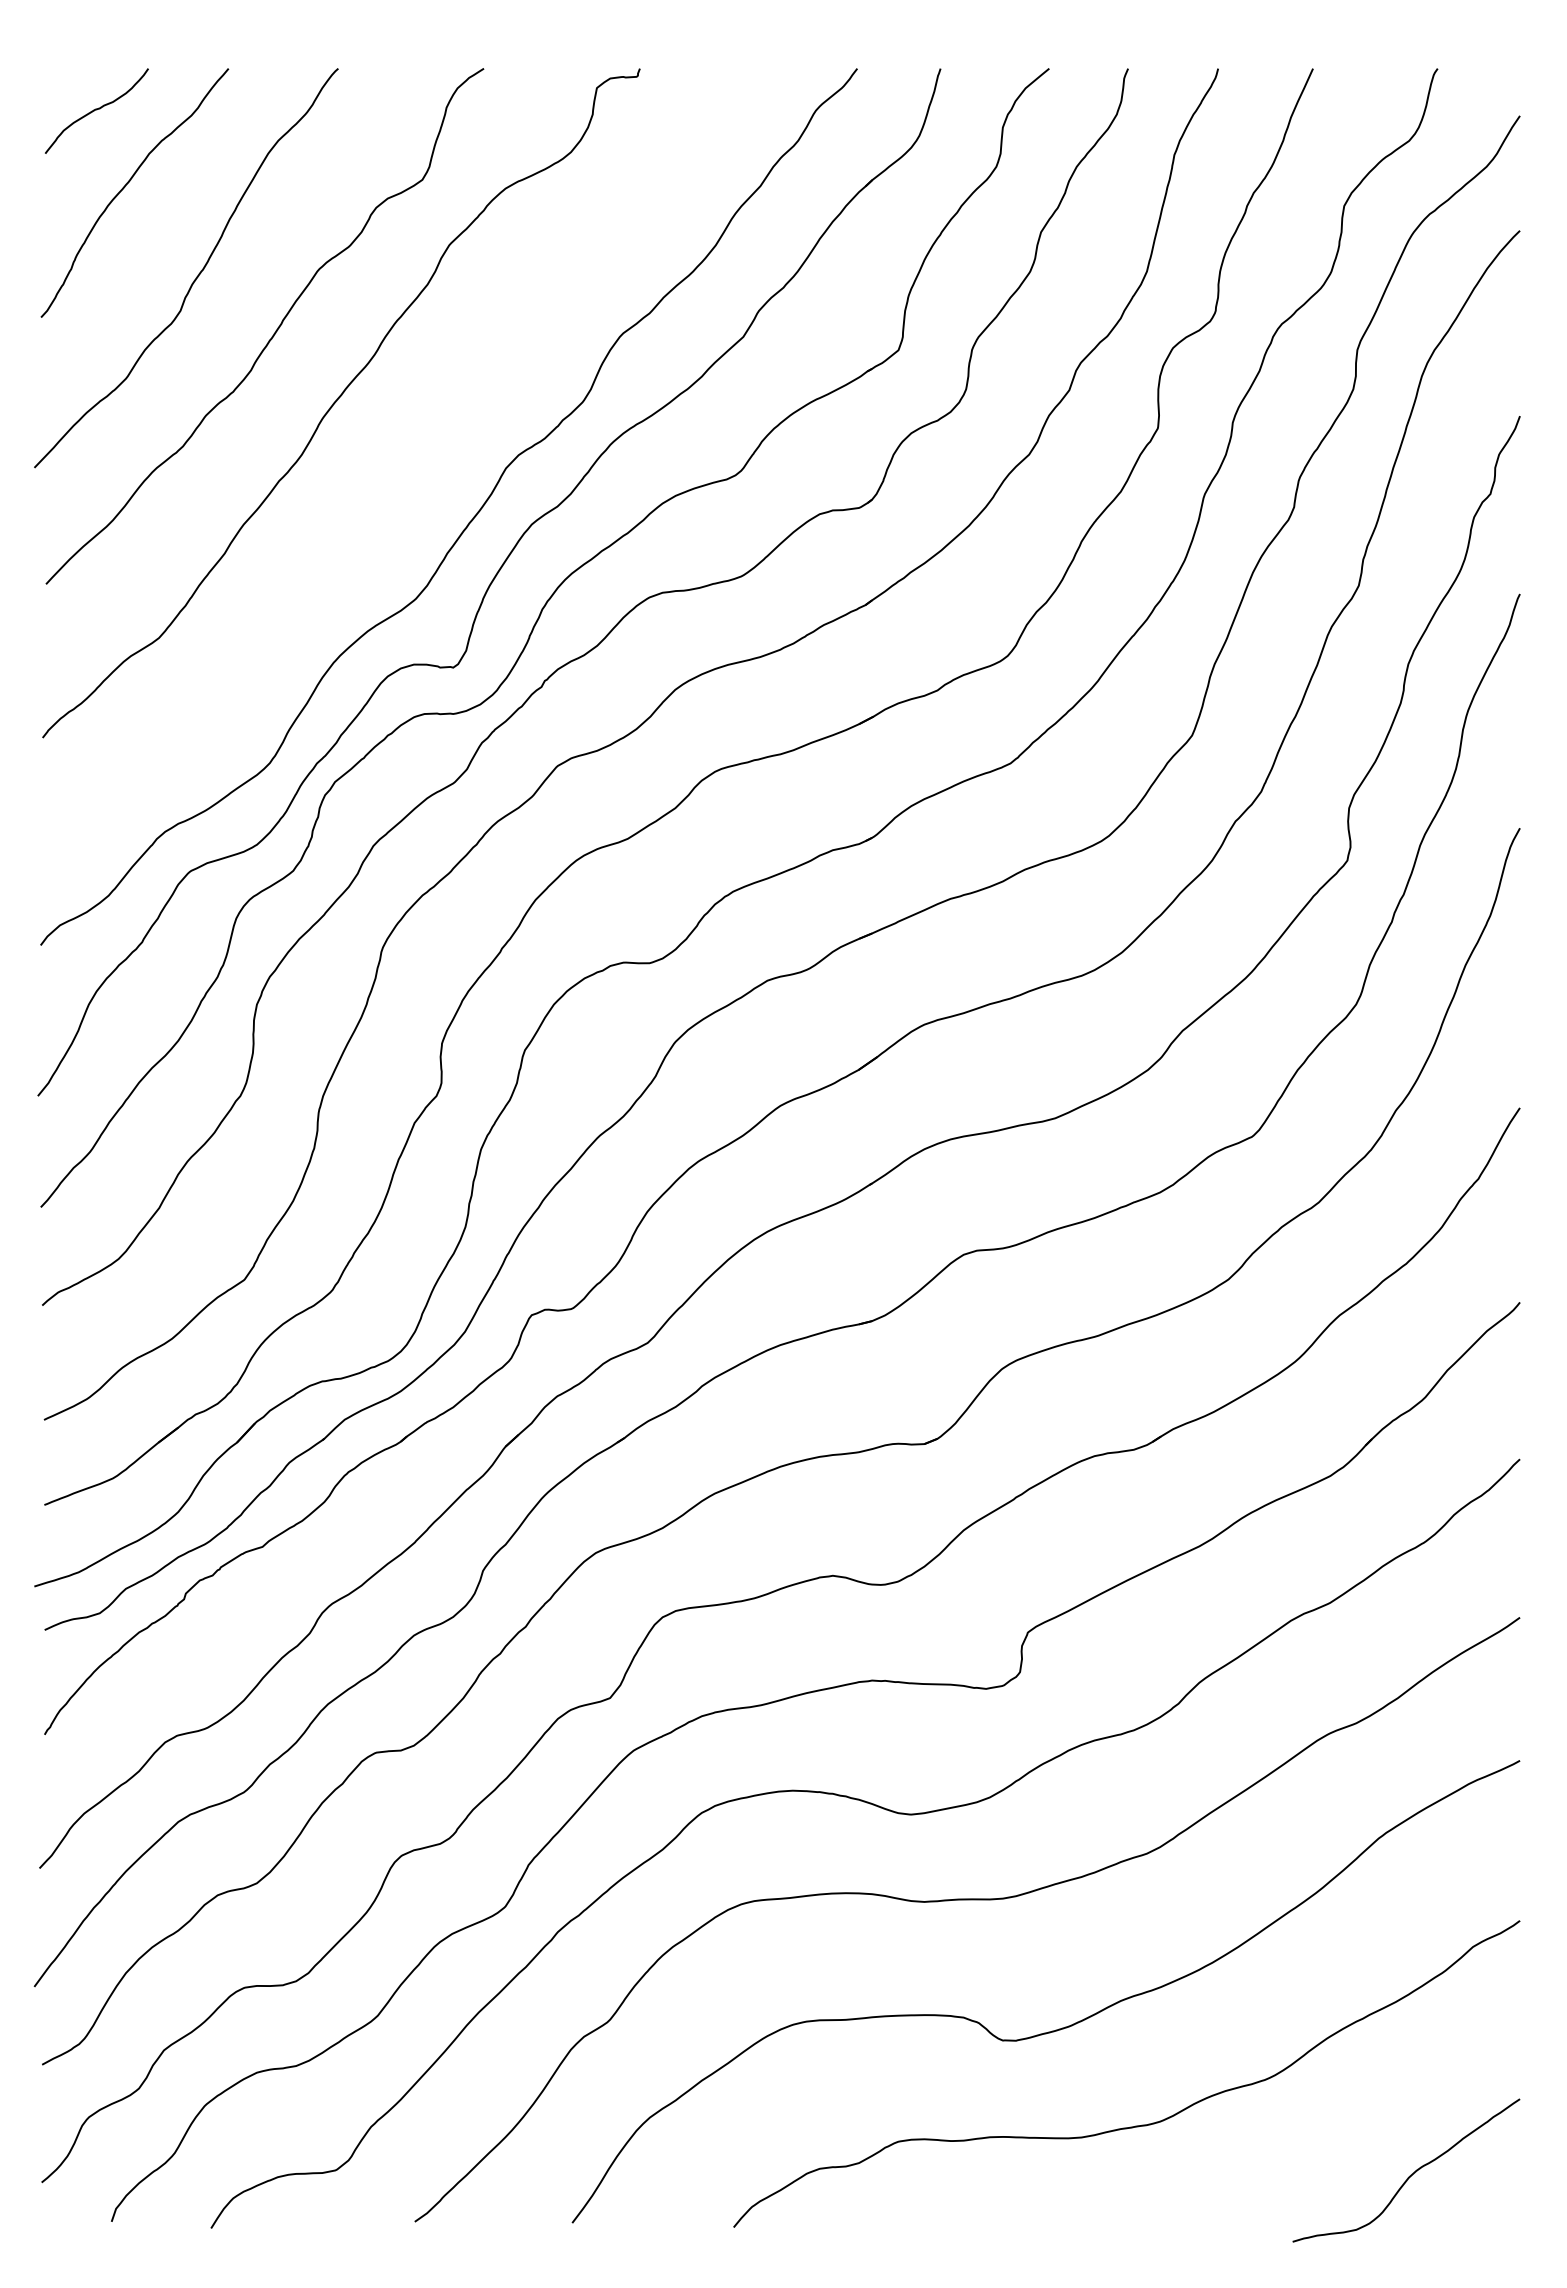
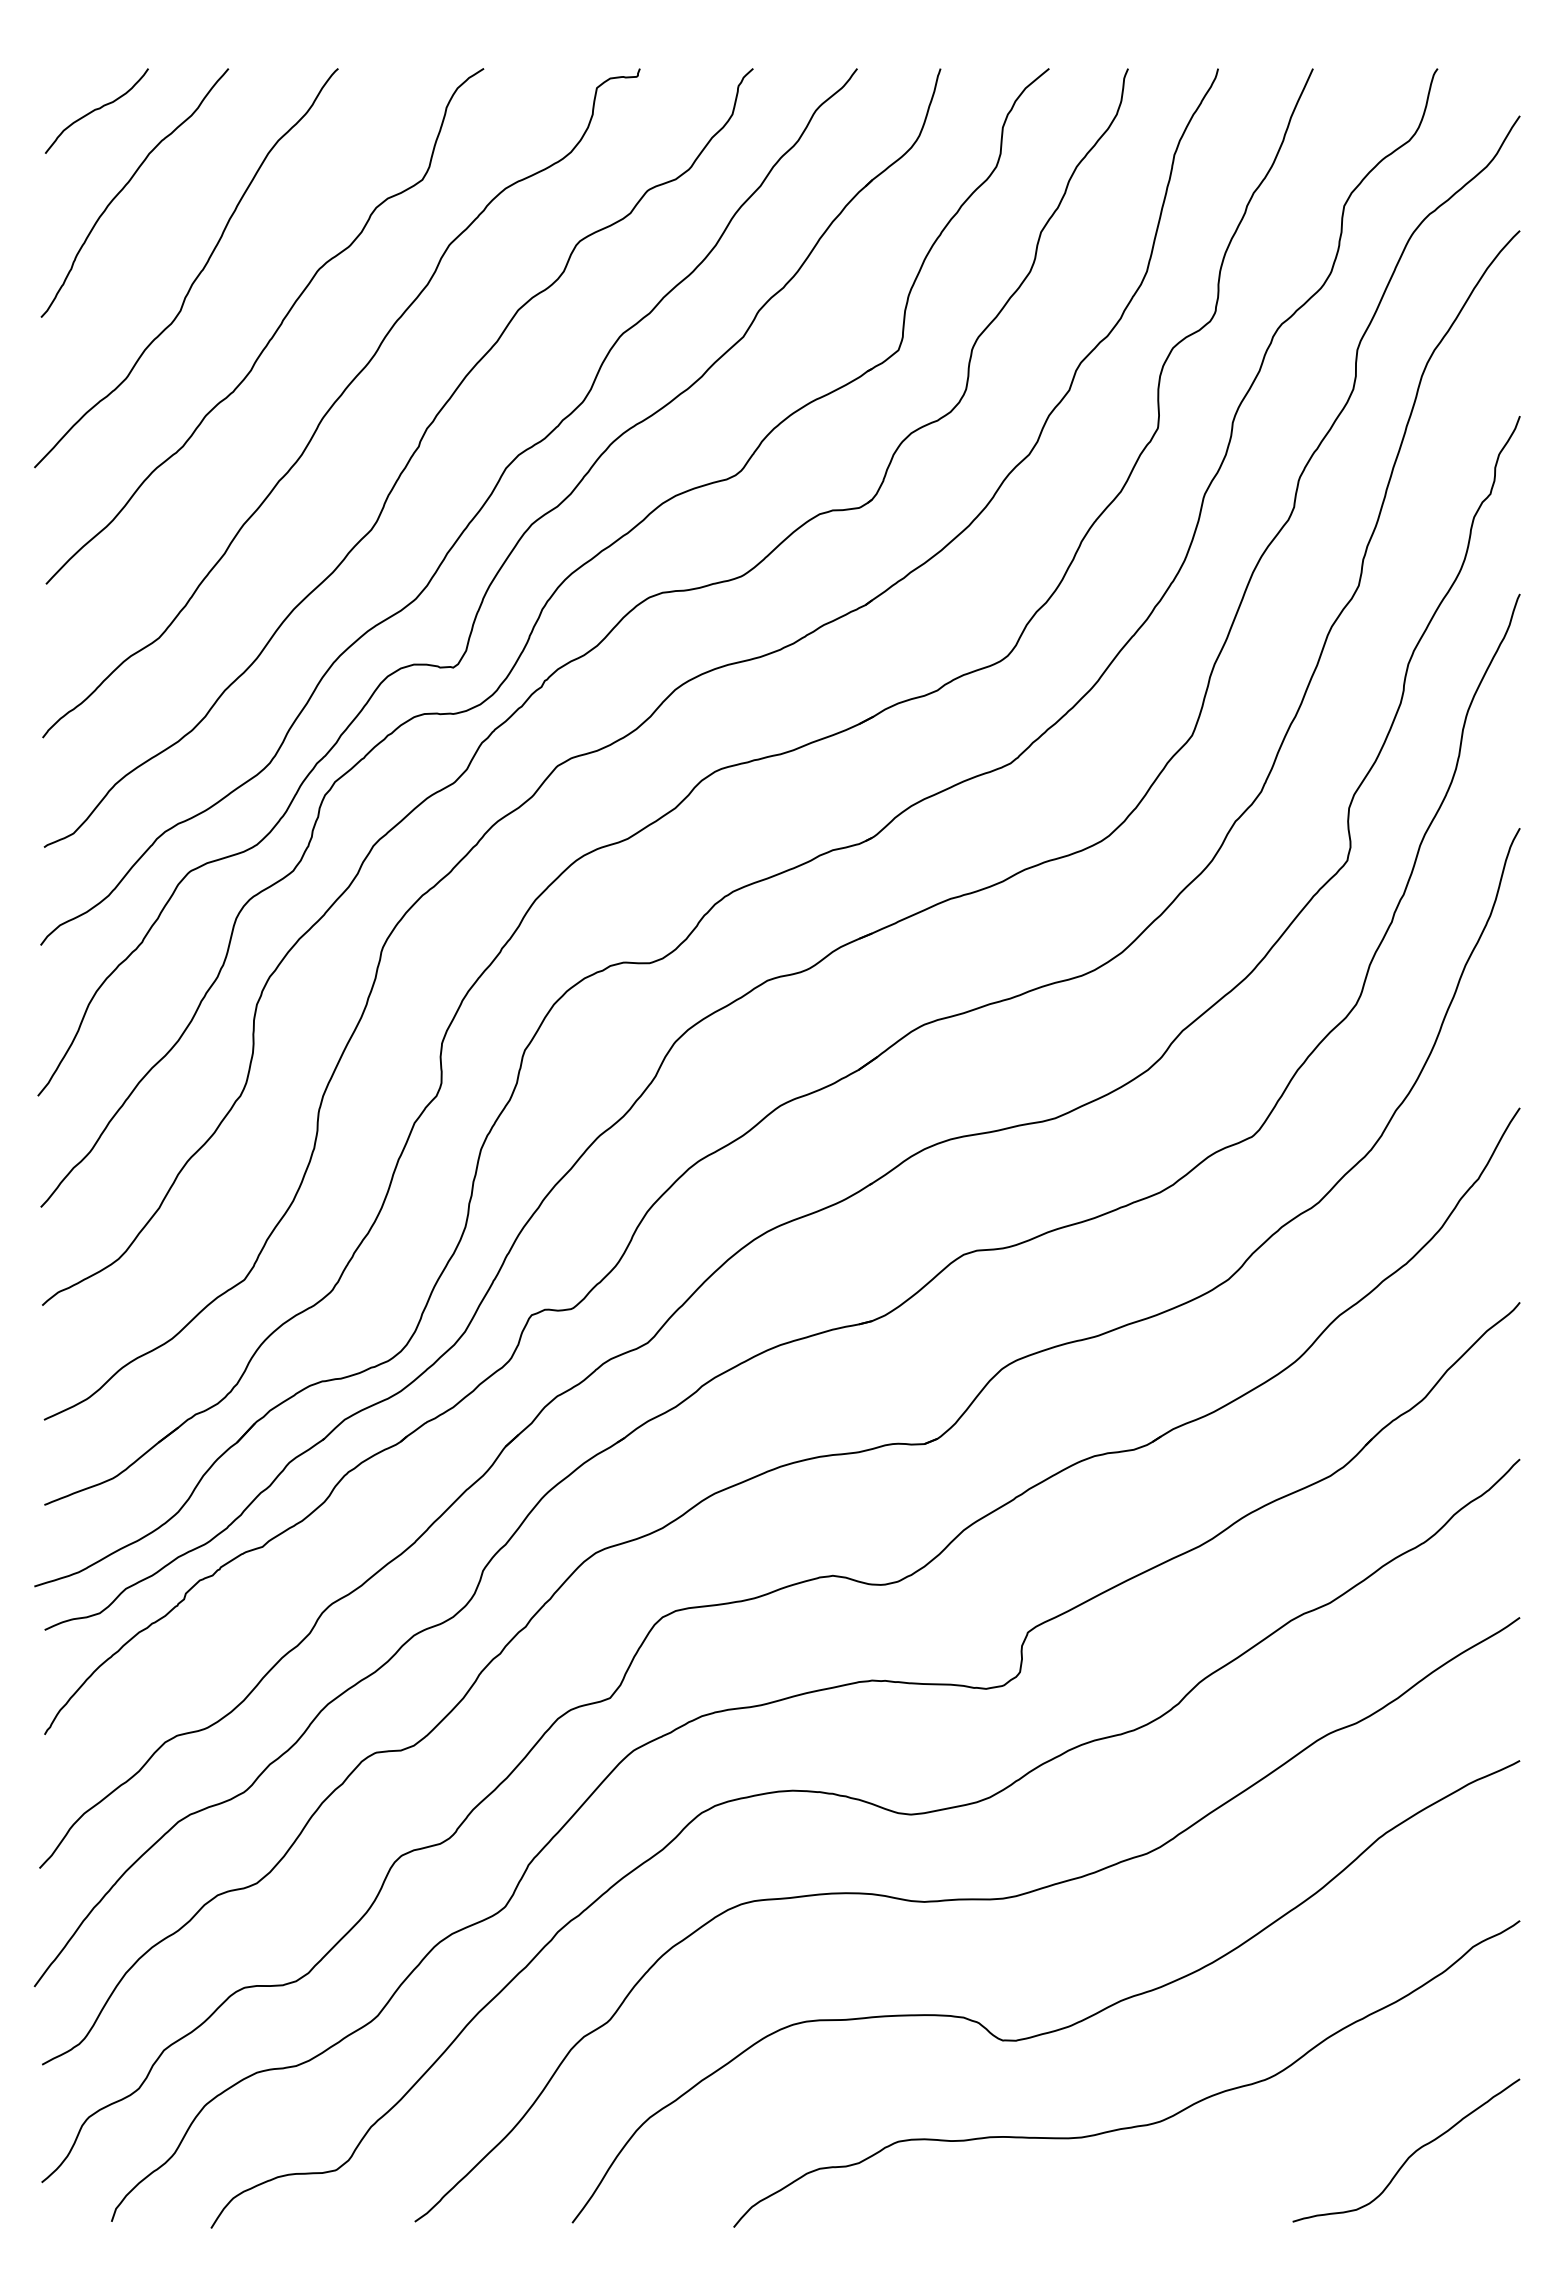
curve at (407, 461): none -> present
curve at (1410, 2174) position: (1410, 2174) -> (1410, 2154)
